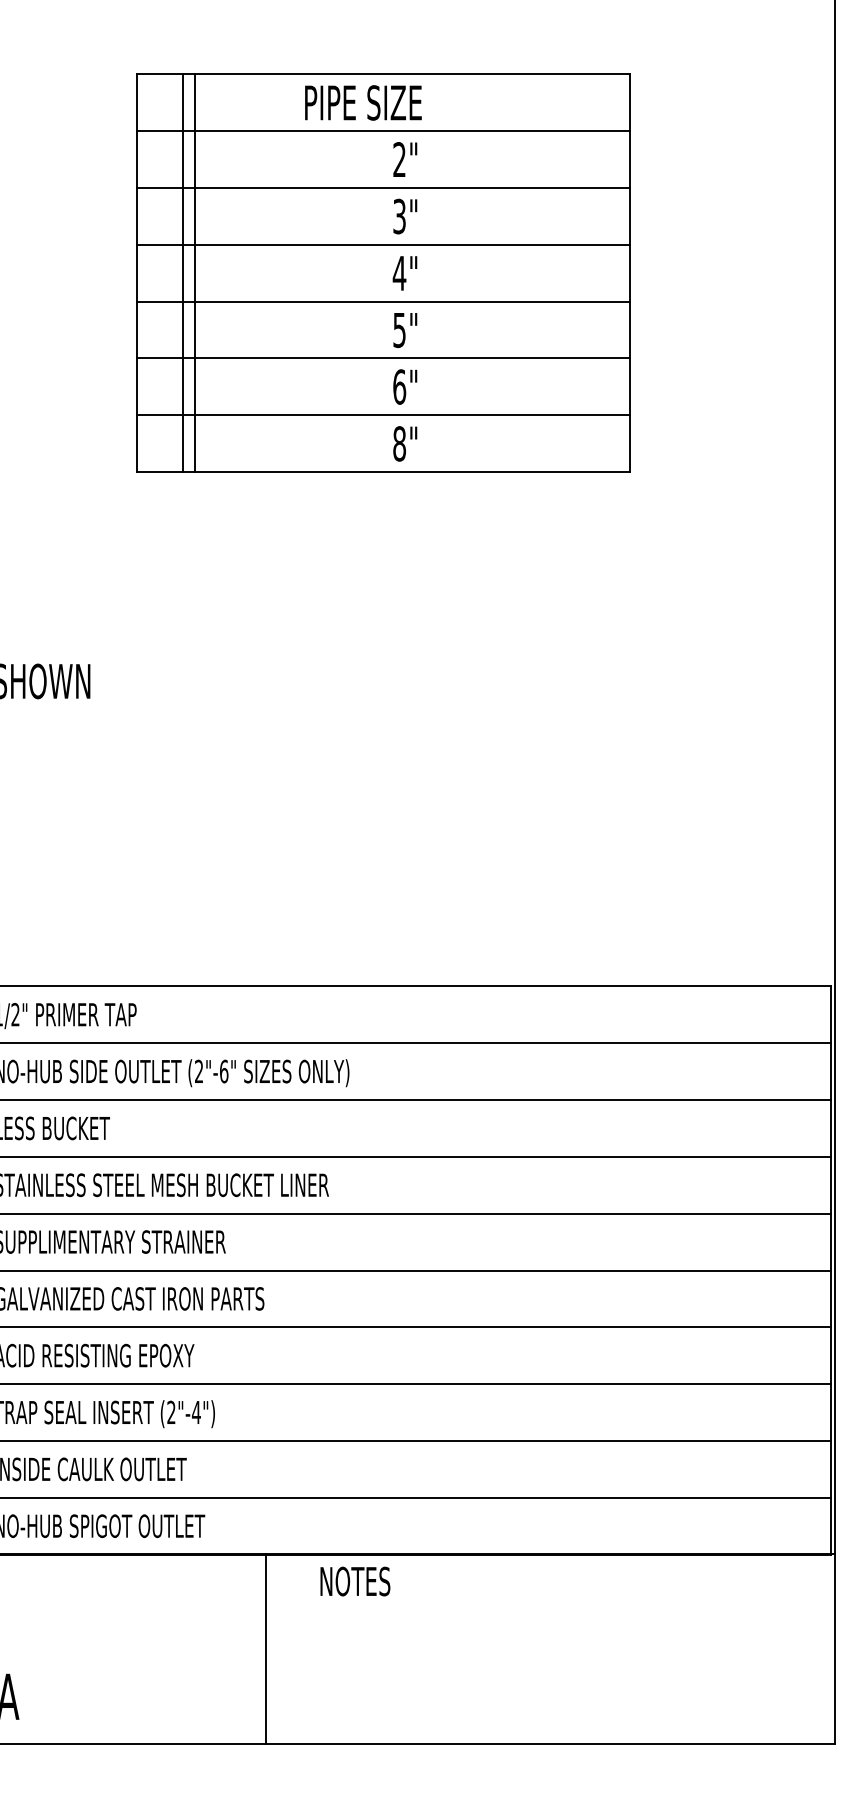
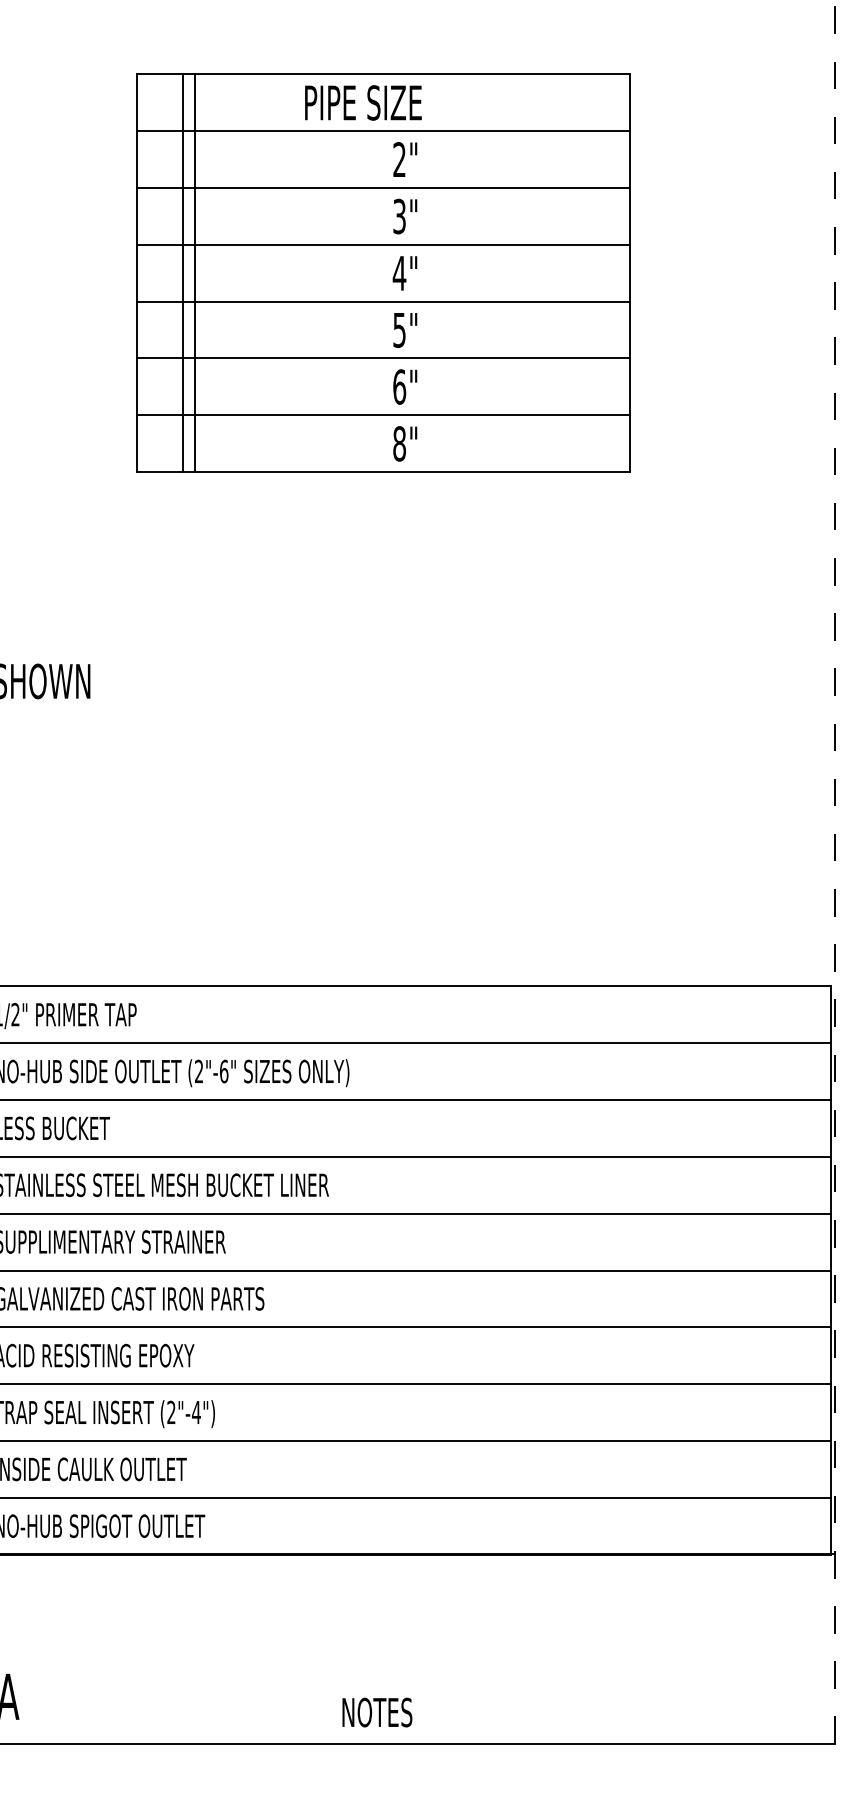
line at (835, 872): solid -> dashed
text at (355, 1581) position: (355, 1581) -> (377, 1712)
line at (266, 1649): present -> none
